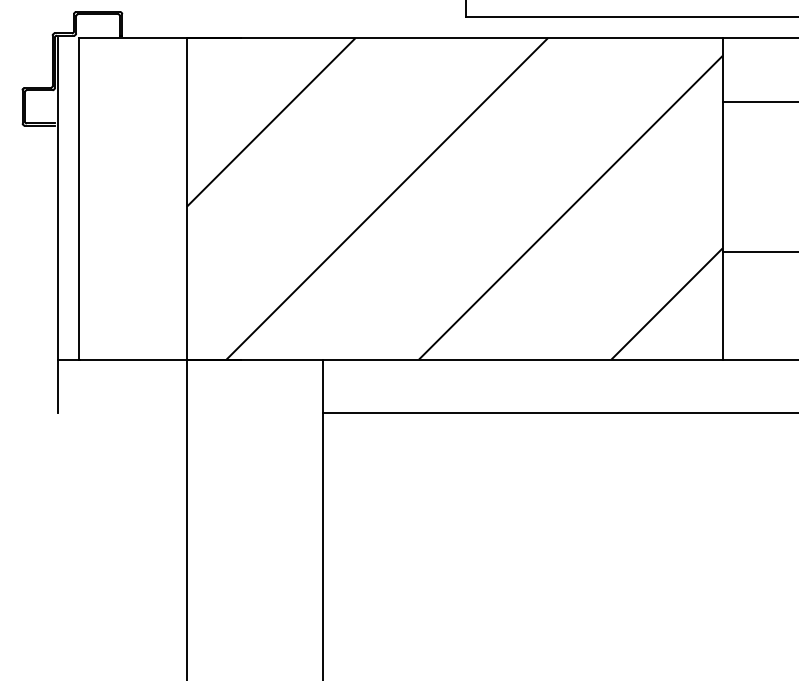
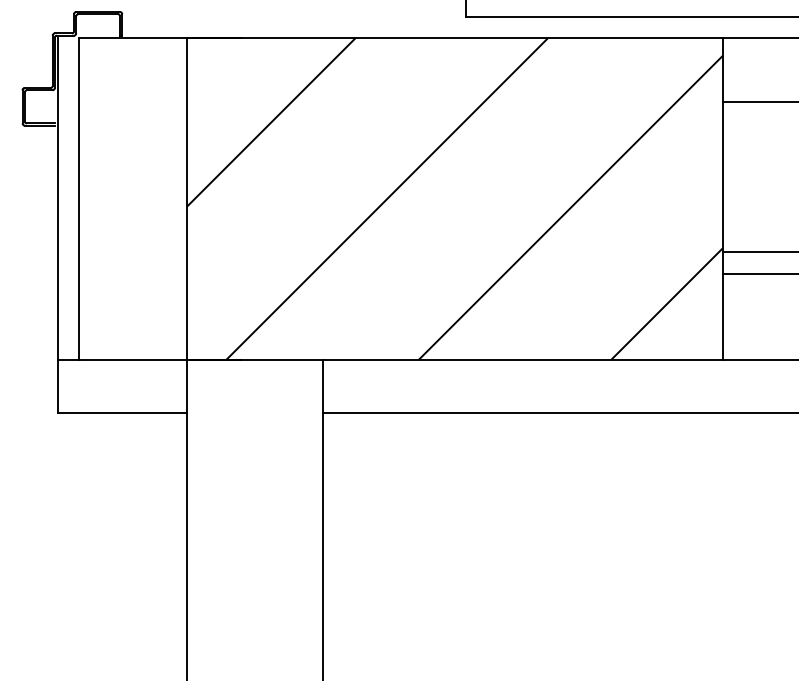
line at (758, 273): none -> present
line at (122, 413): none -> present
